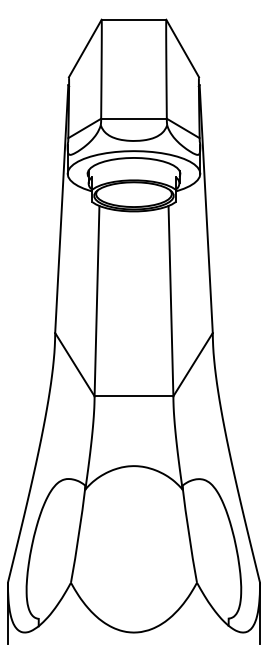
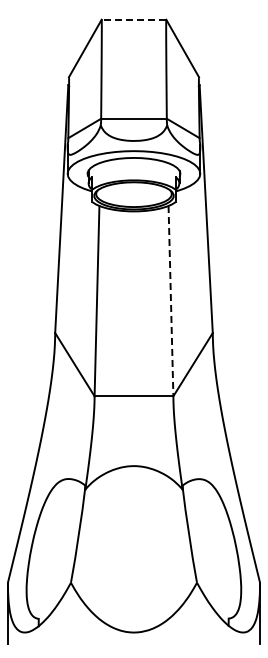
line at (133, 19): solid -> dashed
line at (170, 301): solid -> dashed
